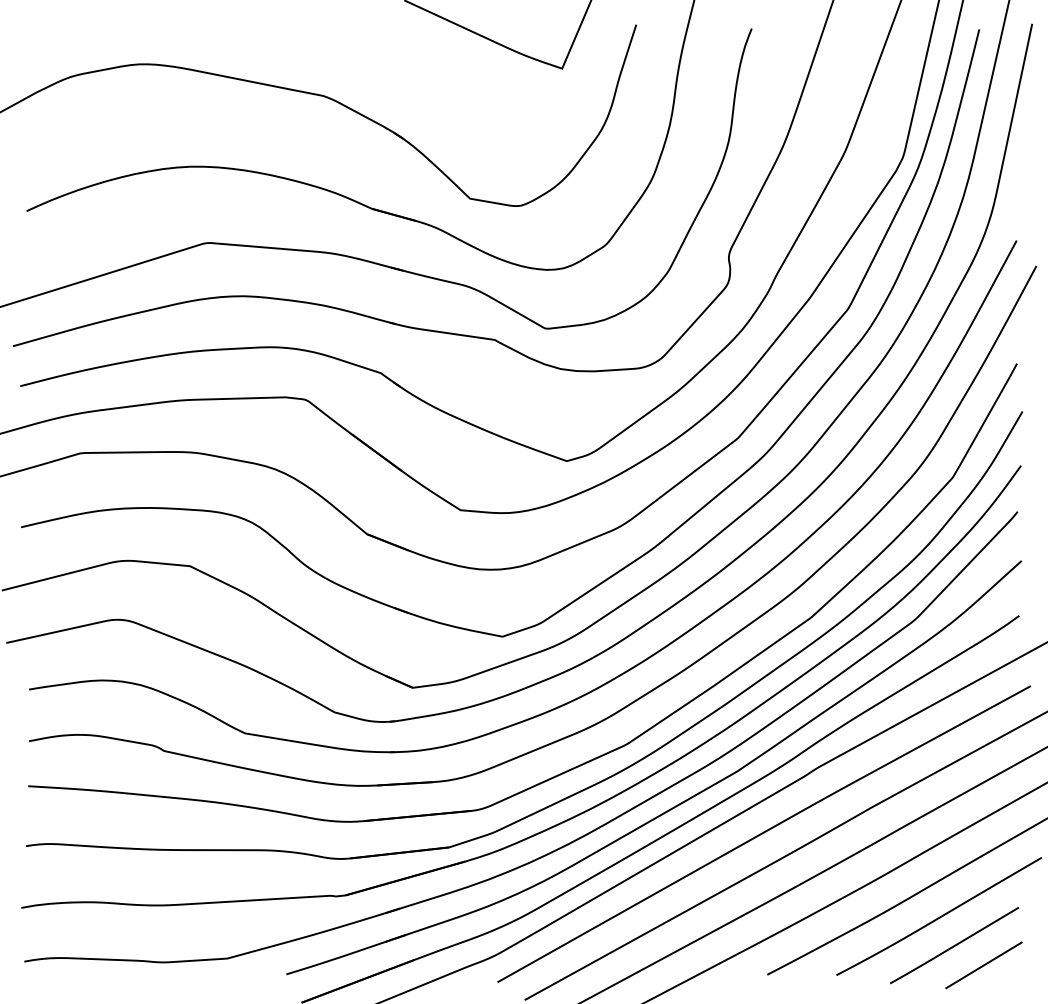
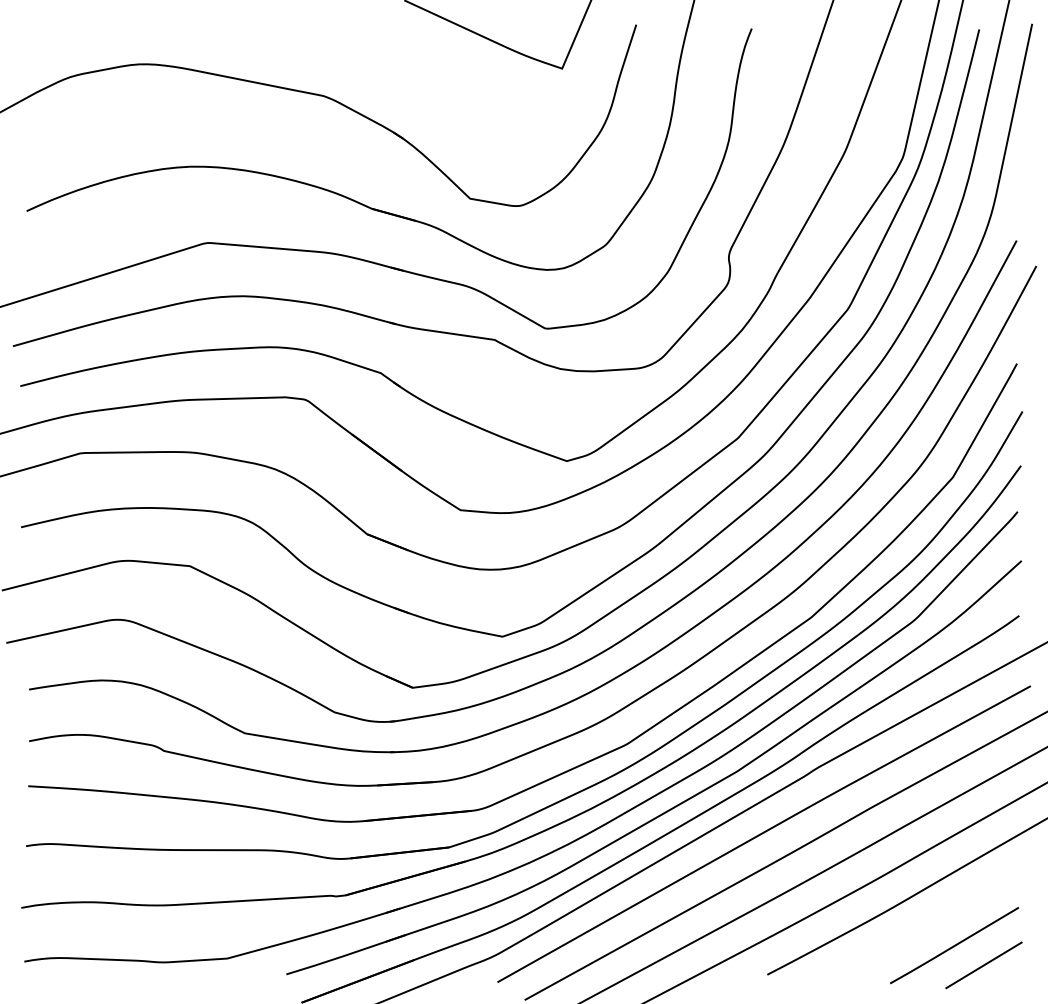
curve at (939, 916): present -> none
